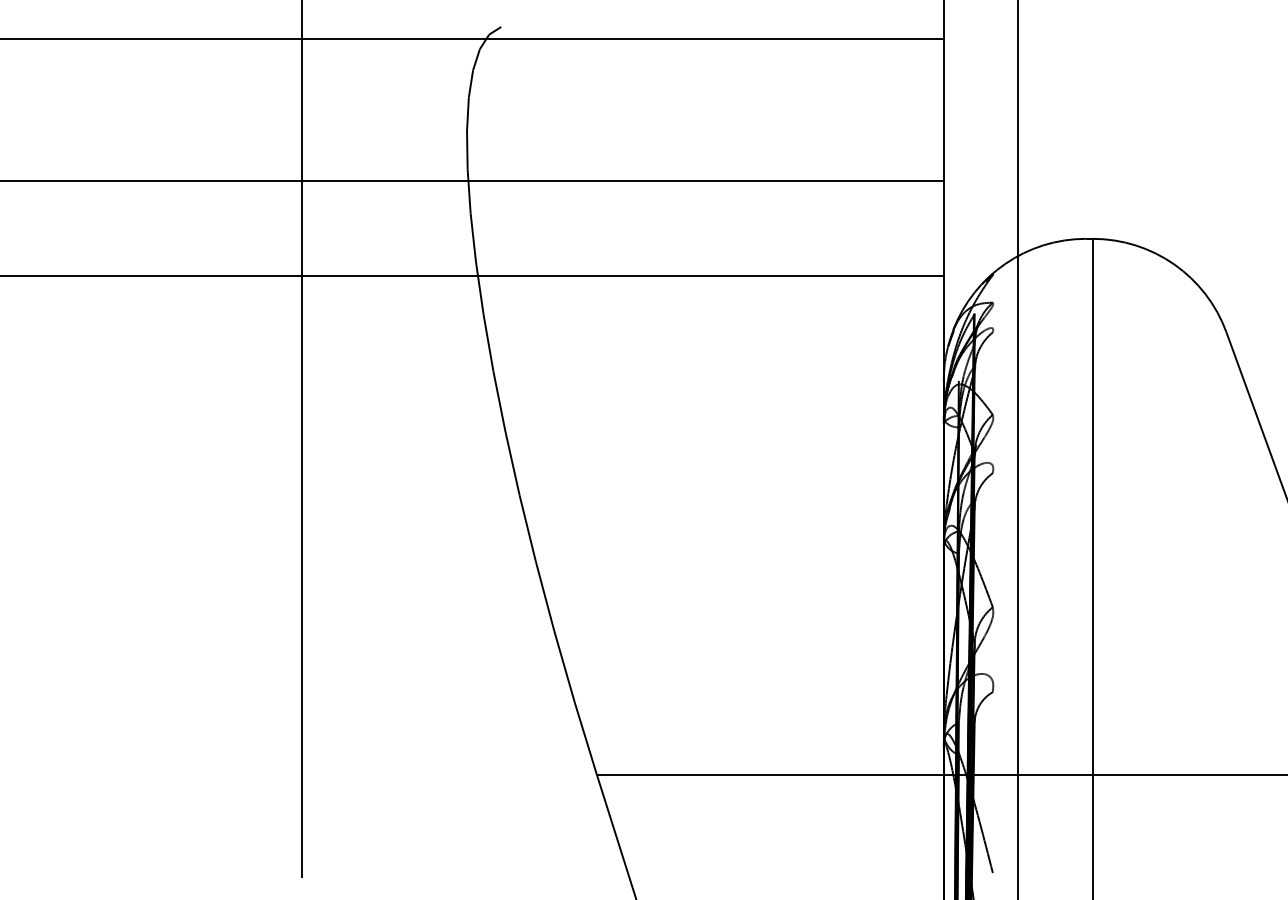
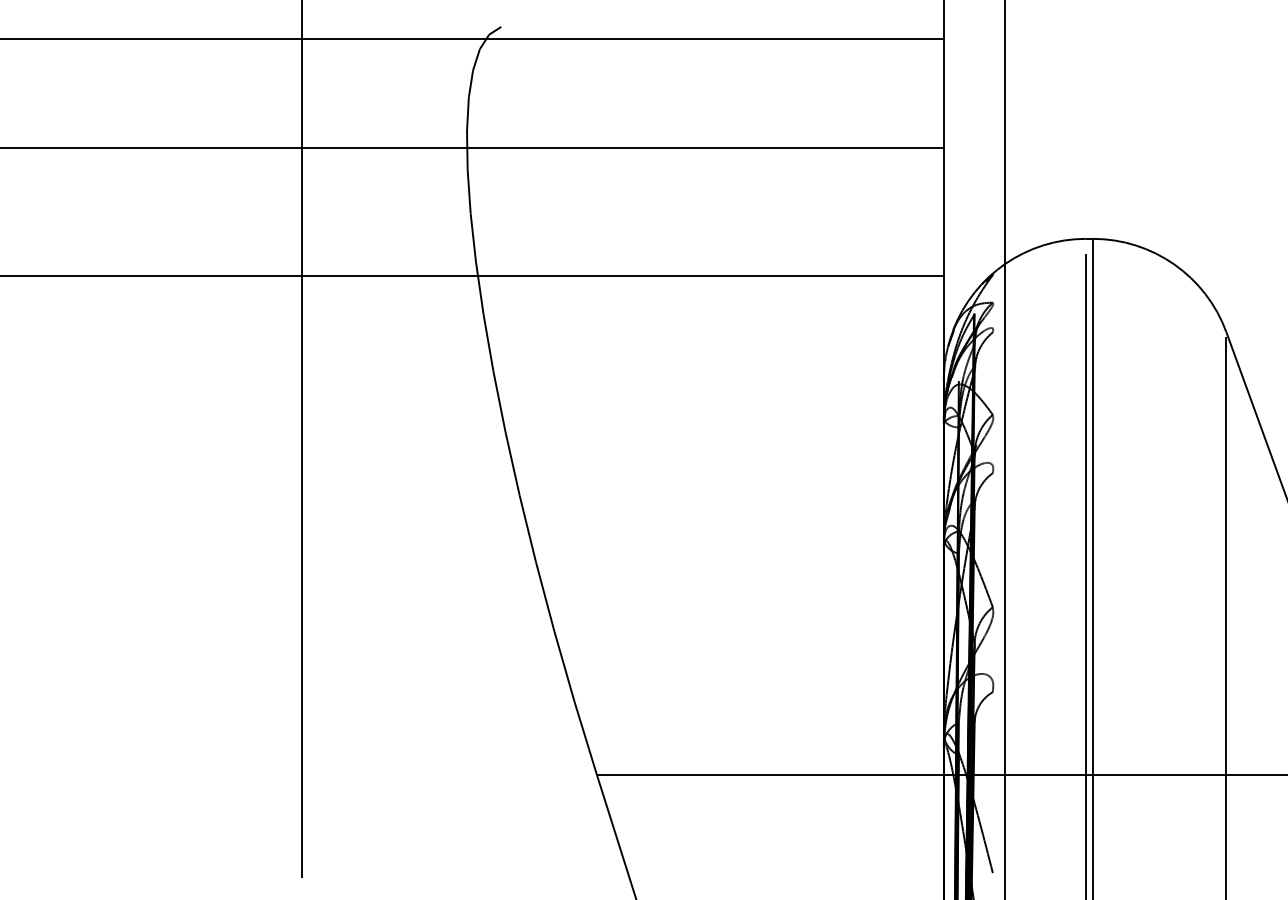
line at (472, 181) position: (472, 181) -> (472, 148)
line at (1017, 449) position: (1017, 449) -> (1004, 449)
line at (1085, 575): none -> present
line at (1226, 616): none -> present
